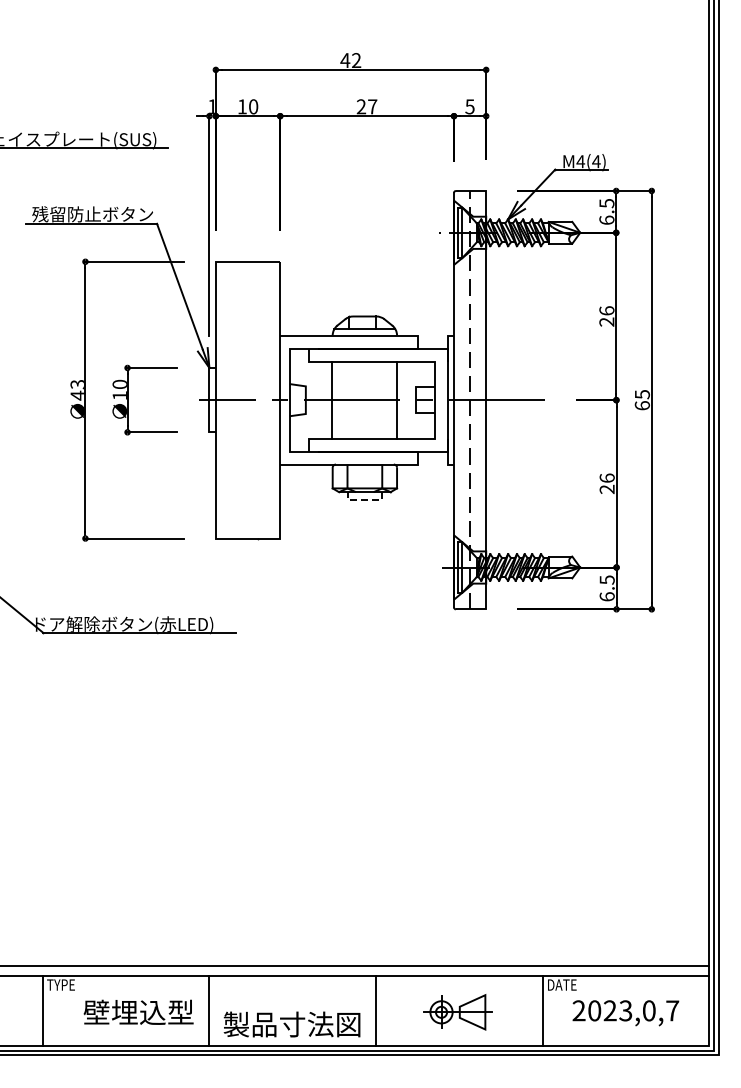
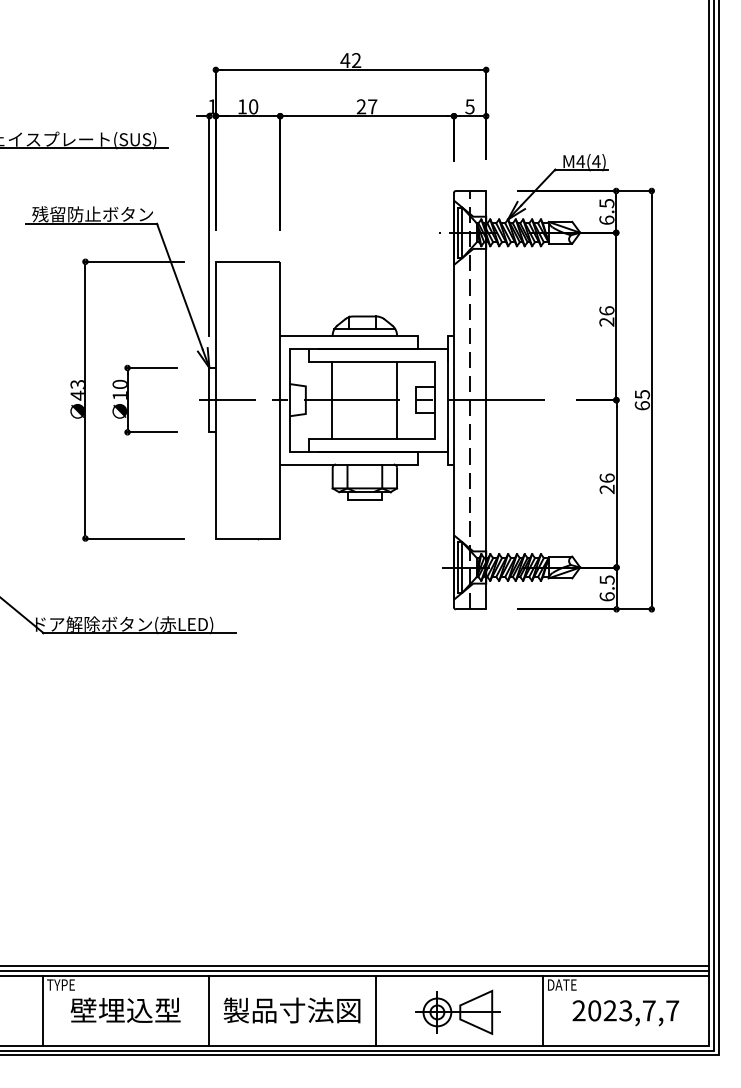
line at (364, 499): dashed -> solid
line at (355, 971): none -> present
text at (649, 1010): 2023,0,7 -> 2023,7,7
text at (138, 1011) position: (138, 1011) -> (125, 1009)
part at (457, 1012) size: 70x37 px -> 86x46 px
text at (291, 1024) position: (291, 1024) -> (291, 1010)
